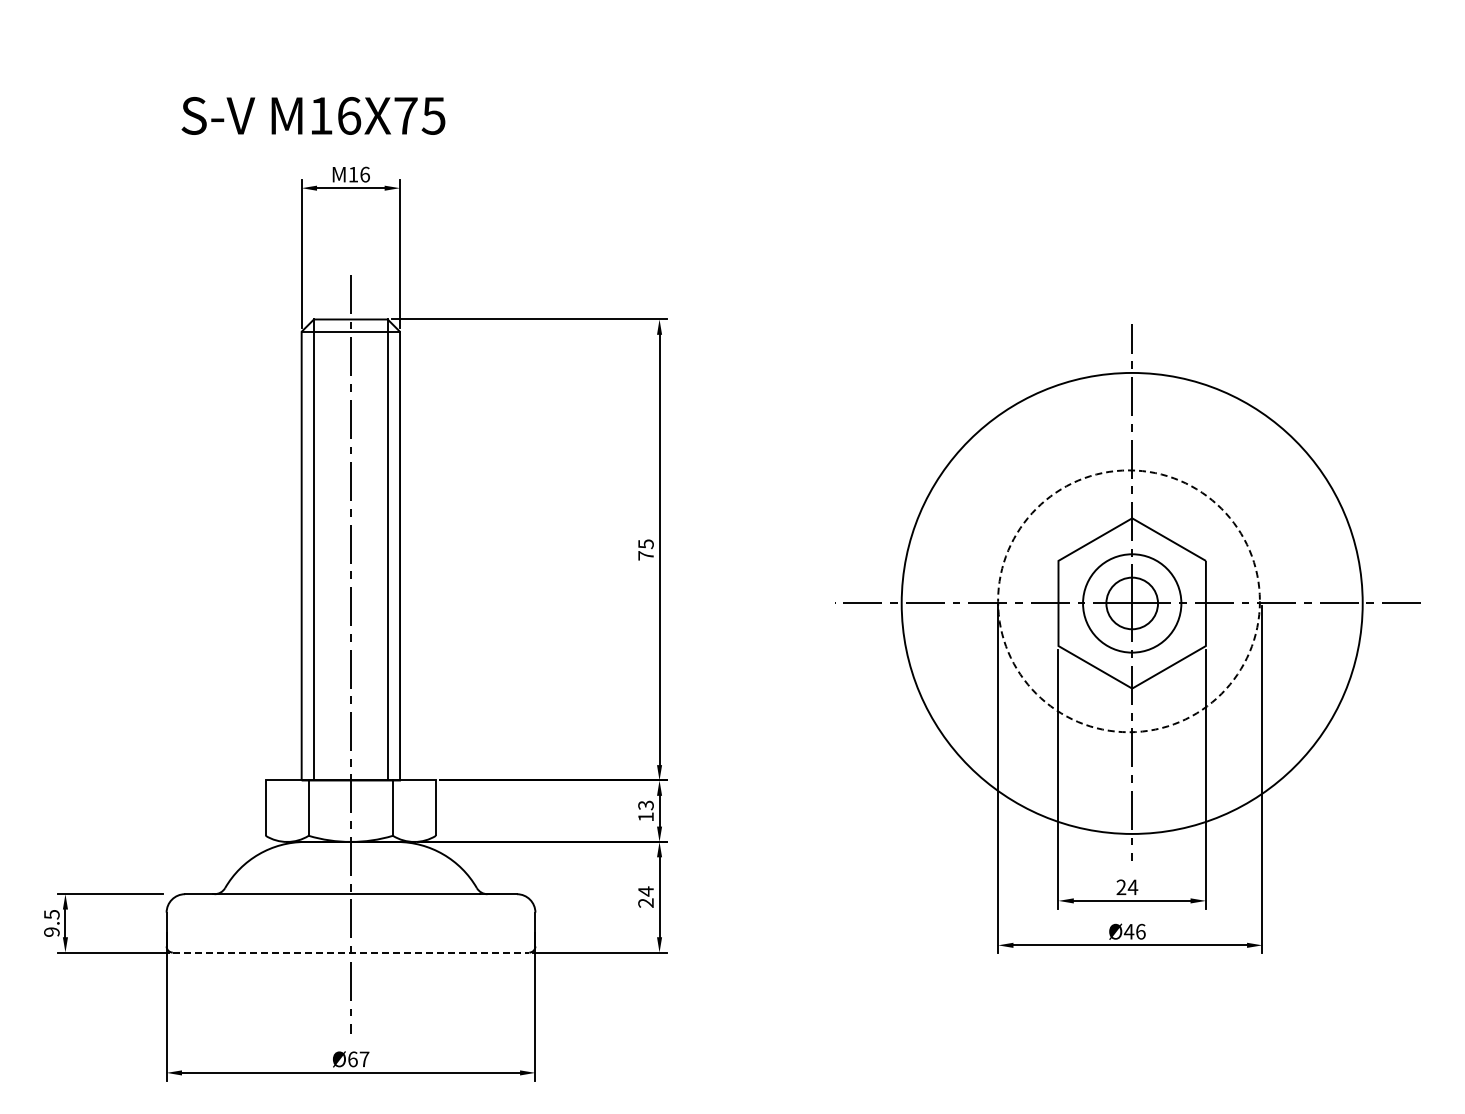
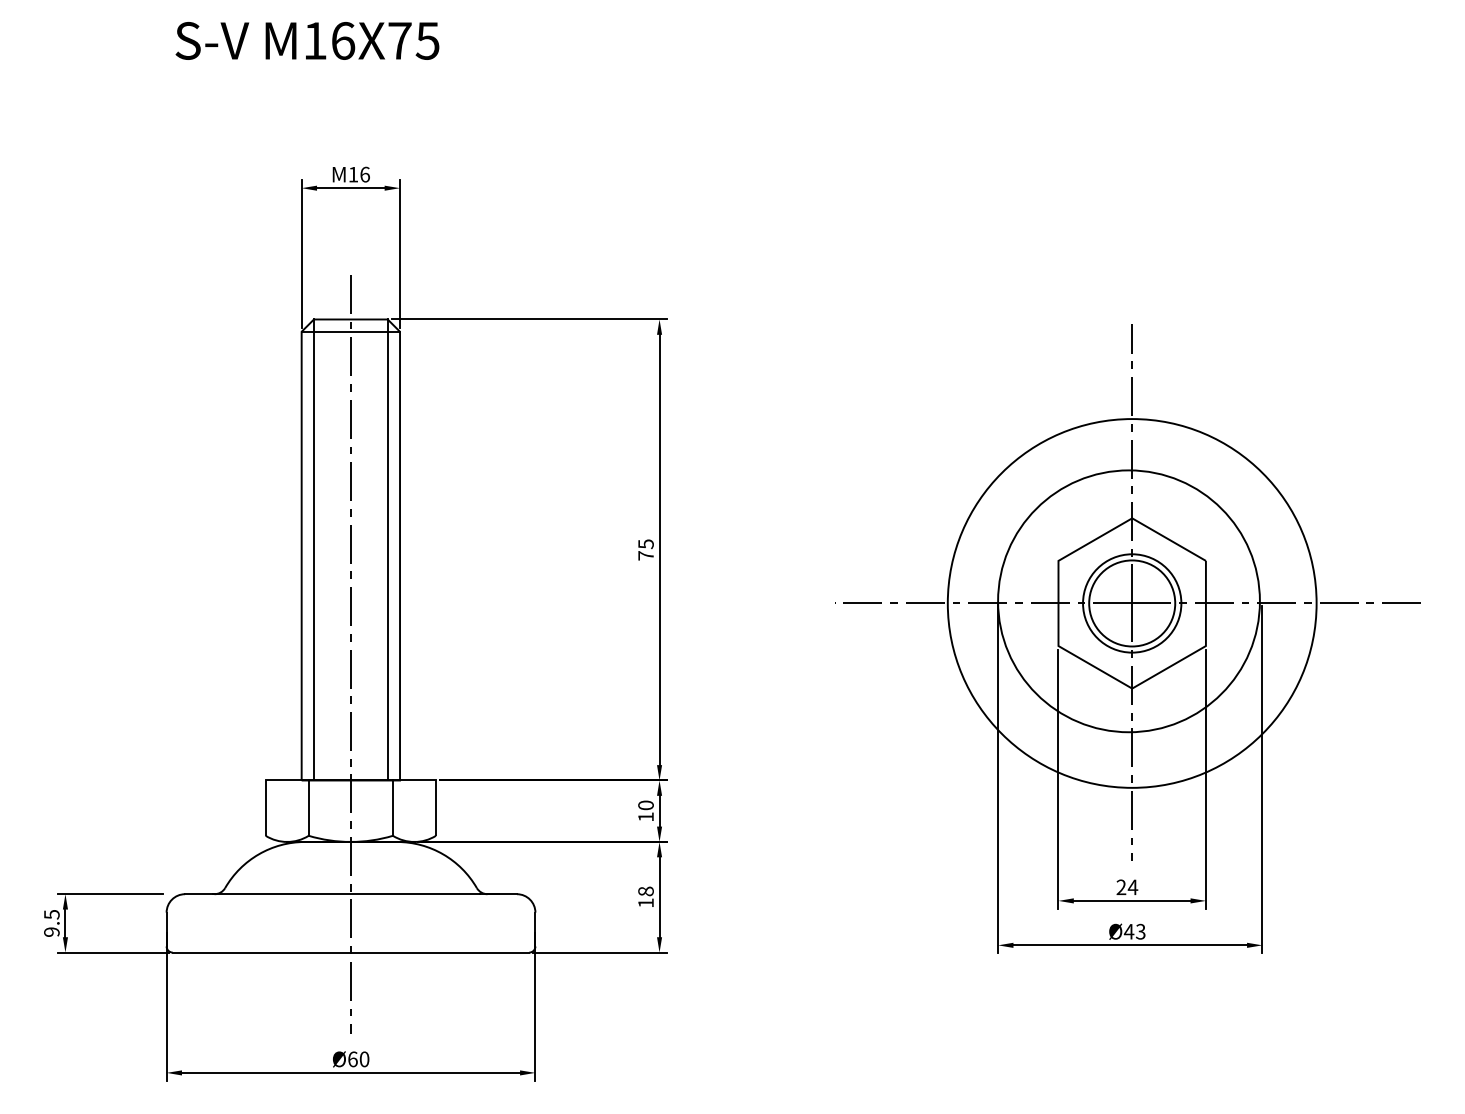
text at (313, 115) position: (313, 115) -> (307, 40)
circle at (1128, 601): dashed -> solid
circle at (1131, 602) diameter: 461 px -> 369 px
circle at (1132, 603) diameter: 52 px -> 86 px
text at (645, 805): 13 -> 10
text at (645, 896): 24 -> 18
text at (1140, 931): Ø46 -> Ø43
line at (351, 952): dashed -> solid
text at (364, 1059): Ø67 -> Ø60
